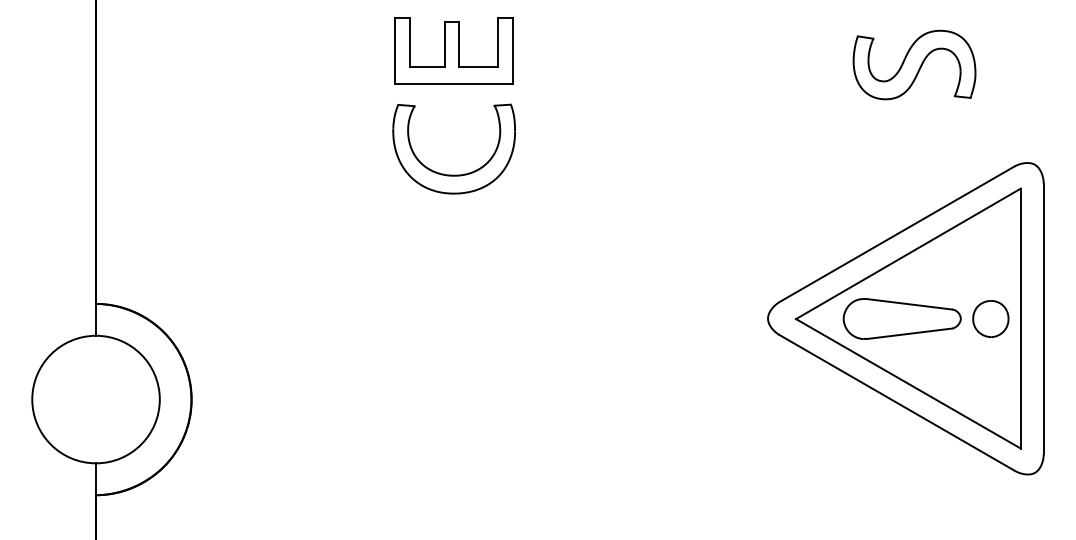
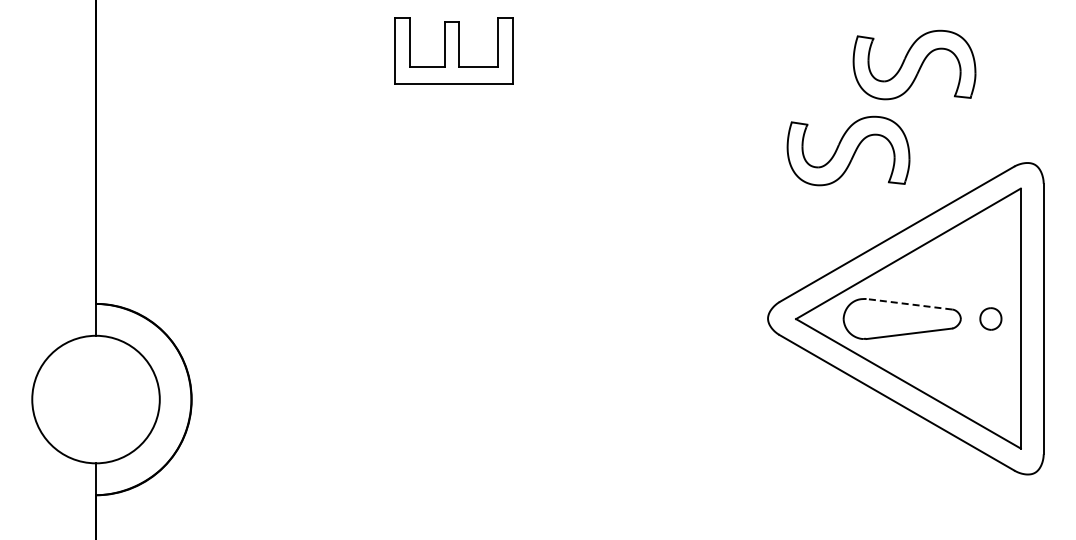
part at (848, 150): none -> present
part at (453, 174): present -> none
line at (908, 304): solid -> dashed
part at (990, 318) size: 38x38 px -> 24x24 px
